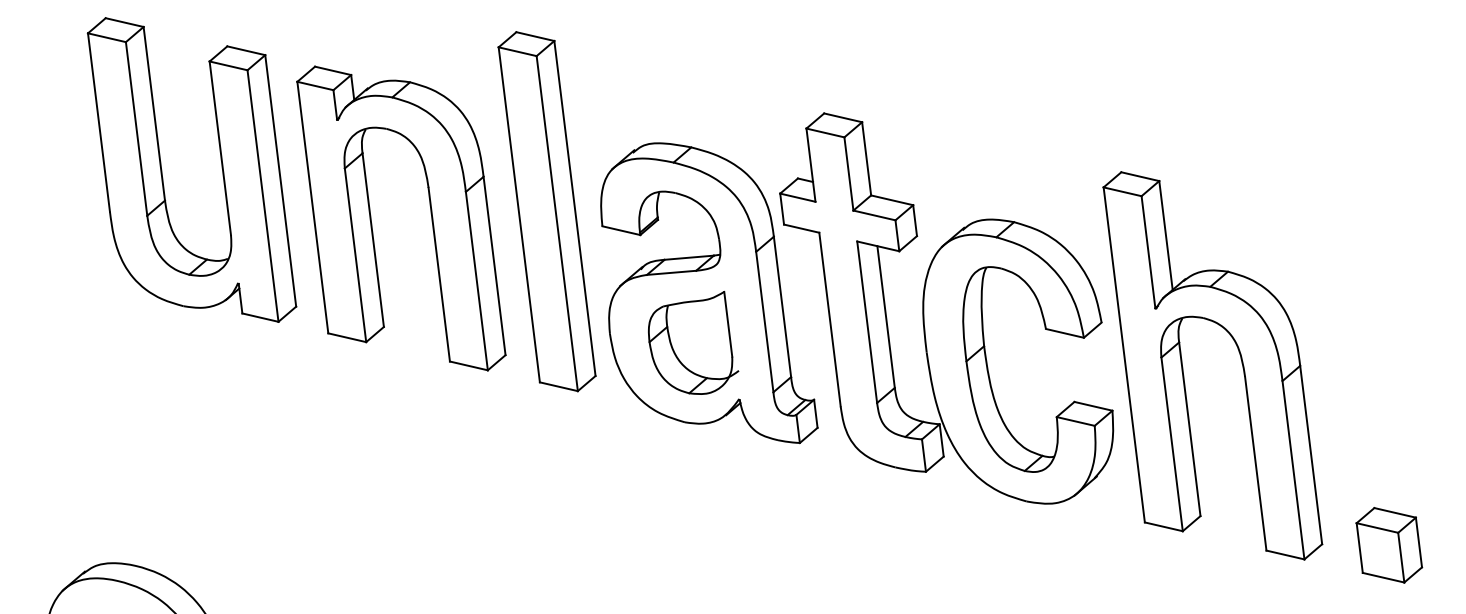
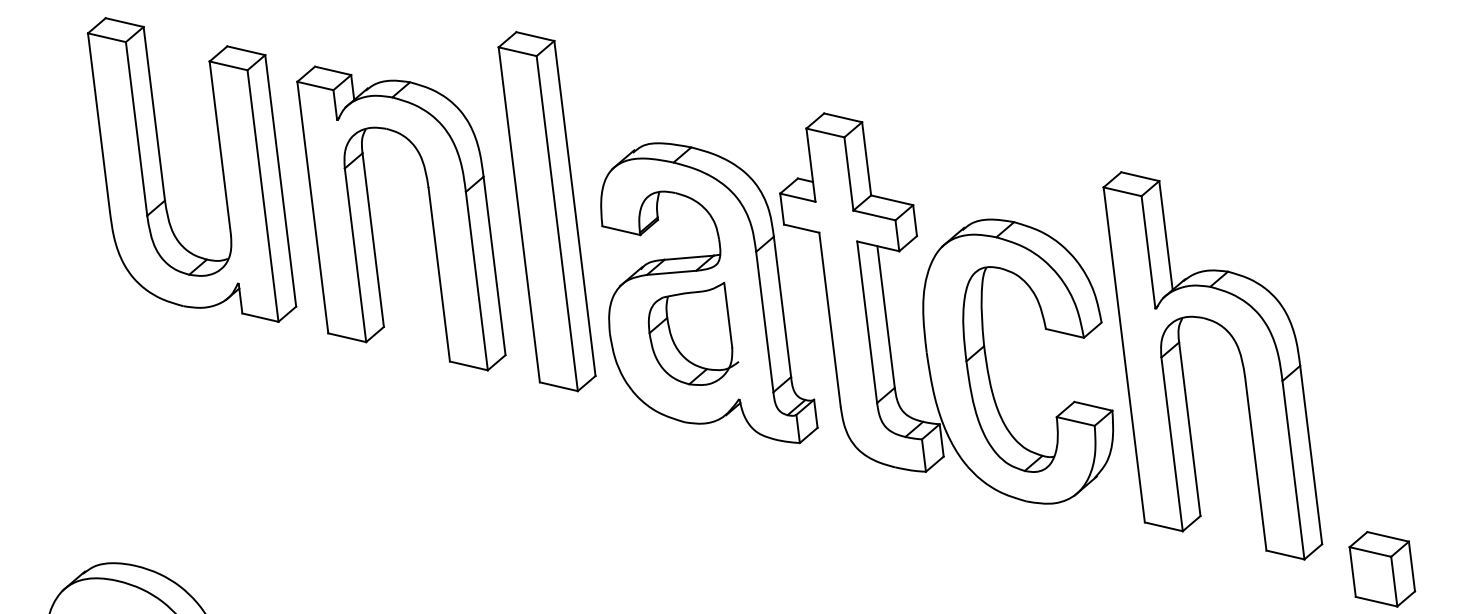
part at (693, 342) position: (693, 342) -> (693, 333)
part at (1389, 545) position: (1389, 545) -> (1382, 569)
